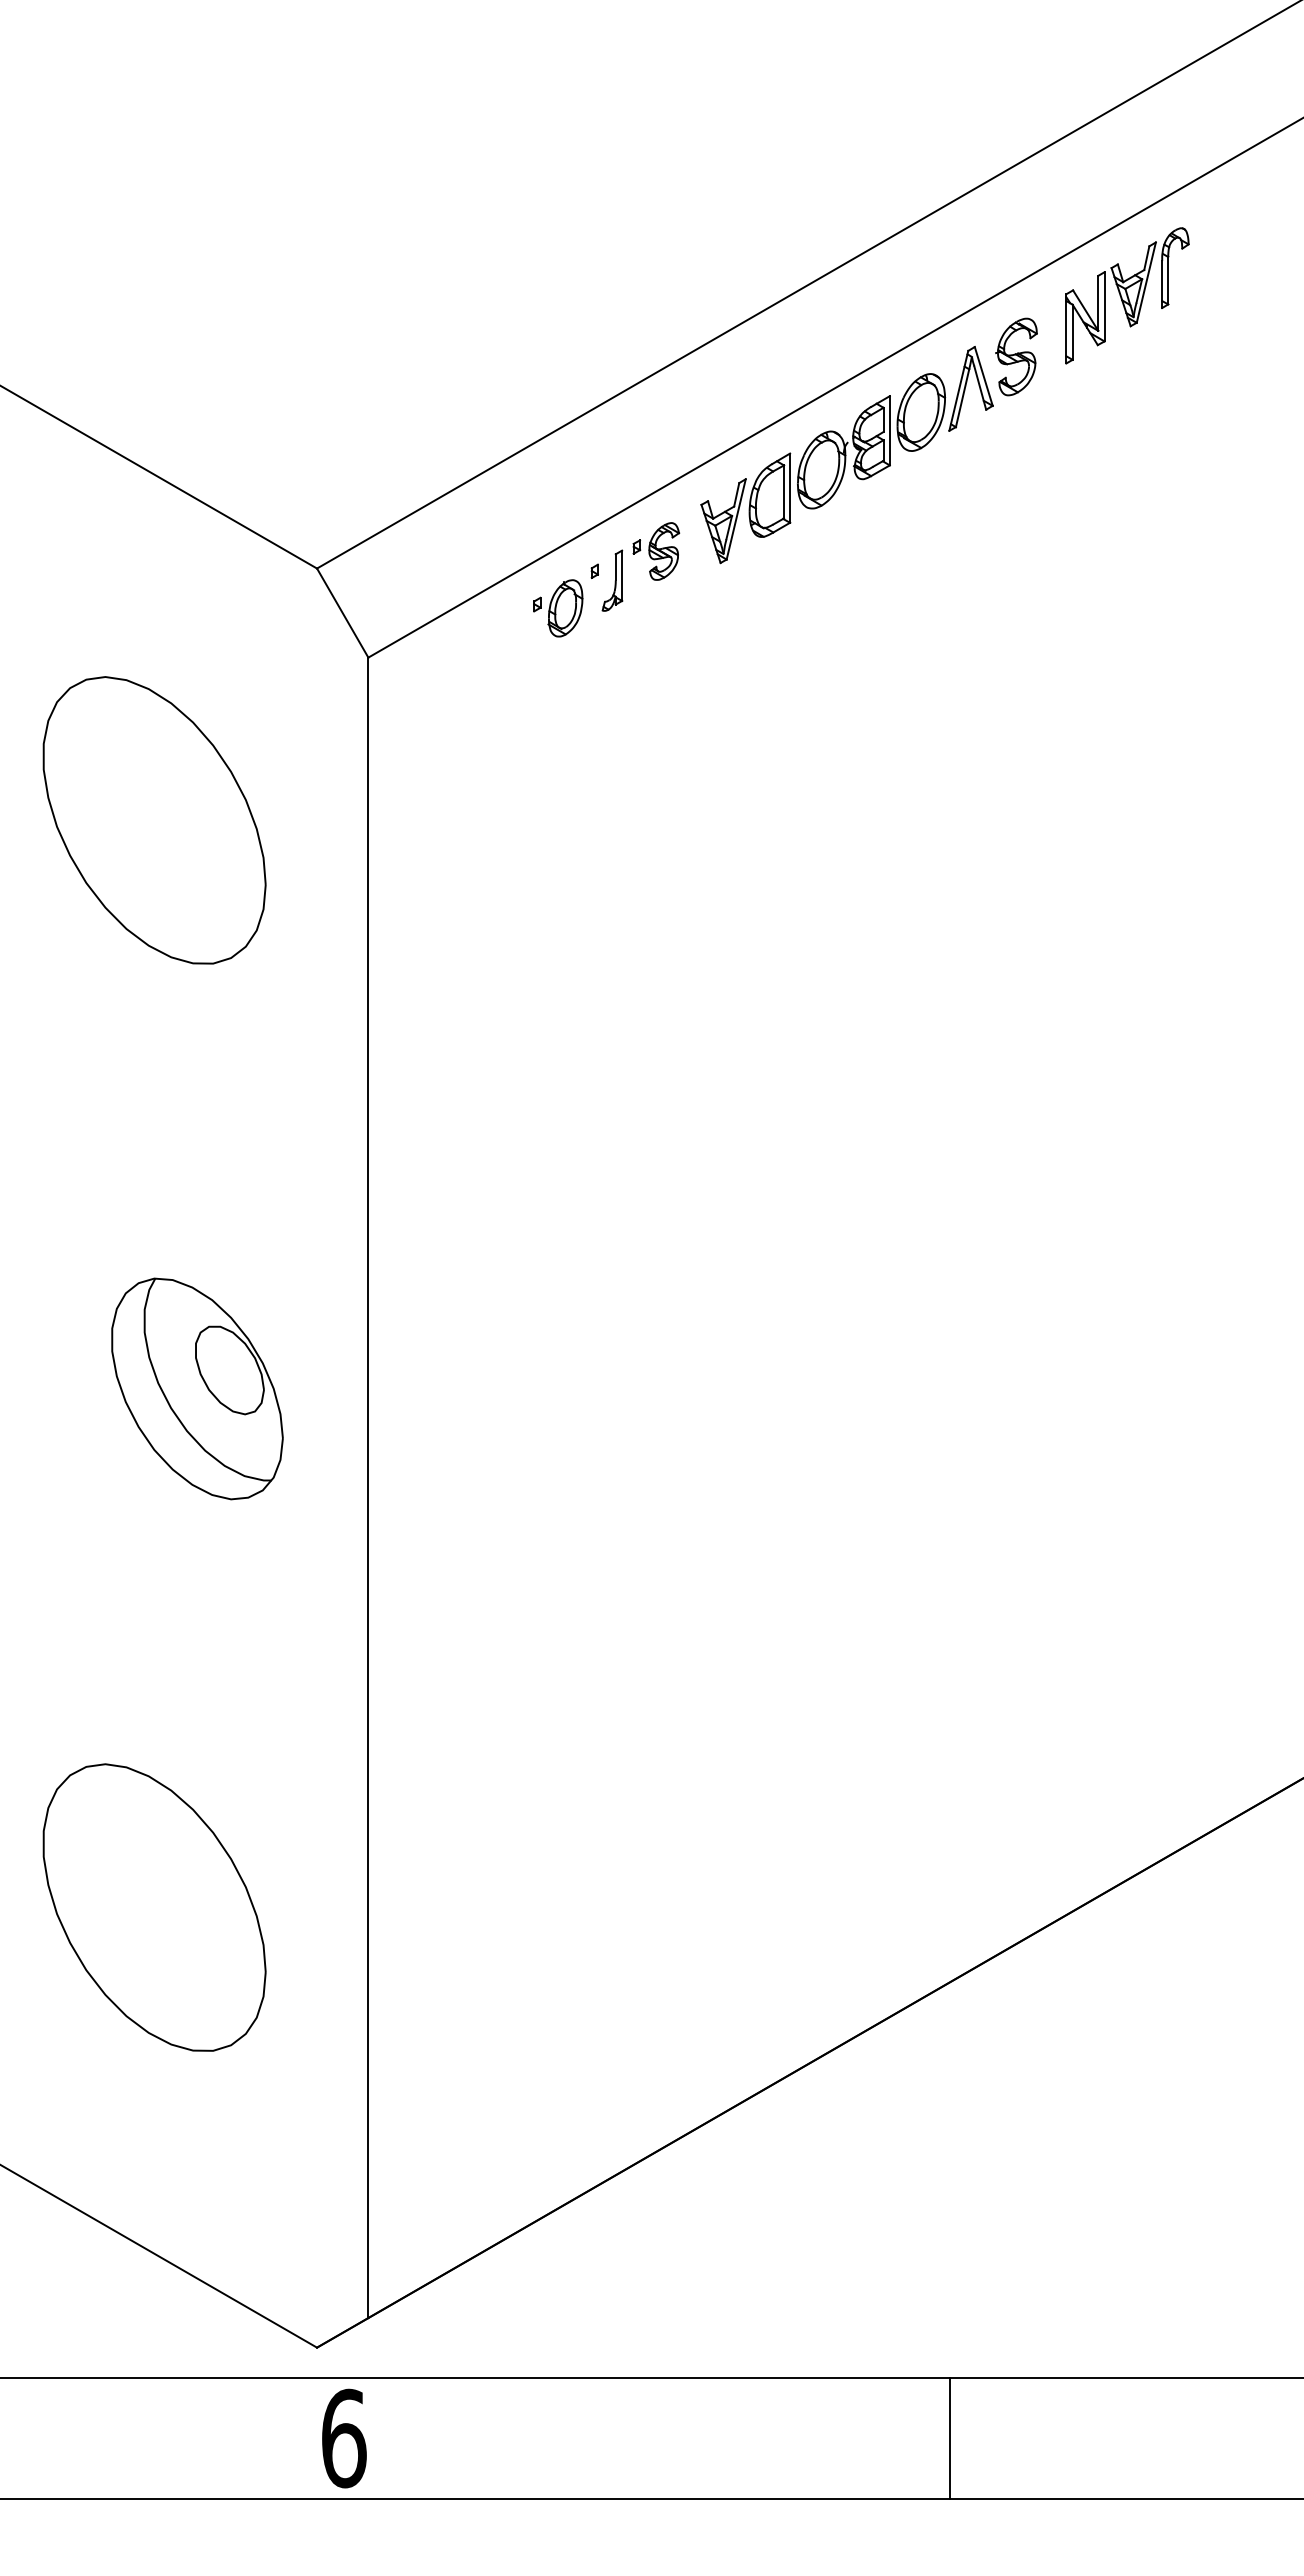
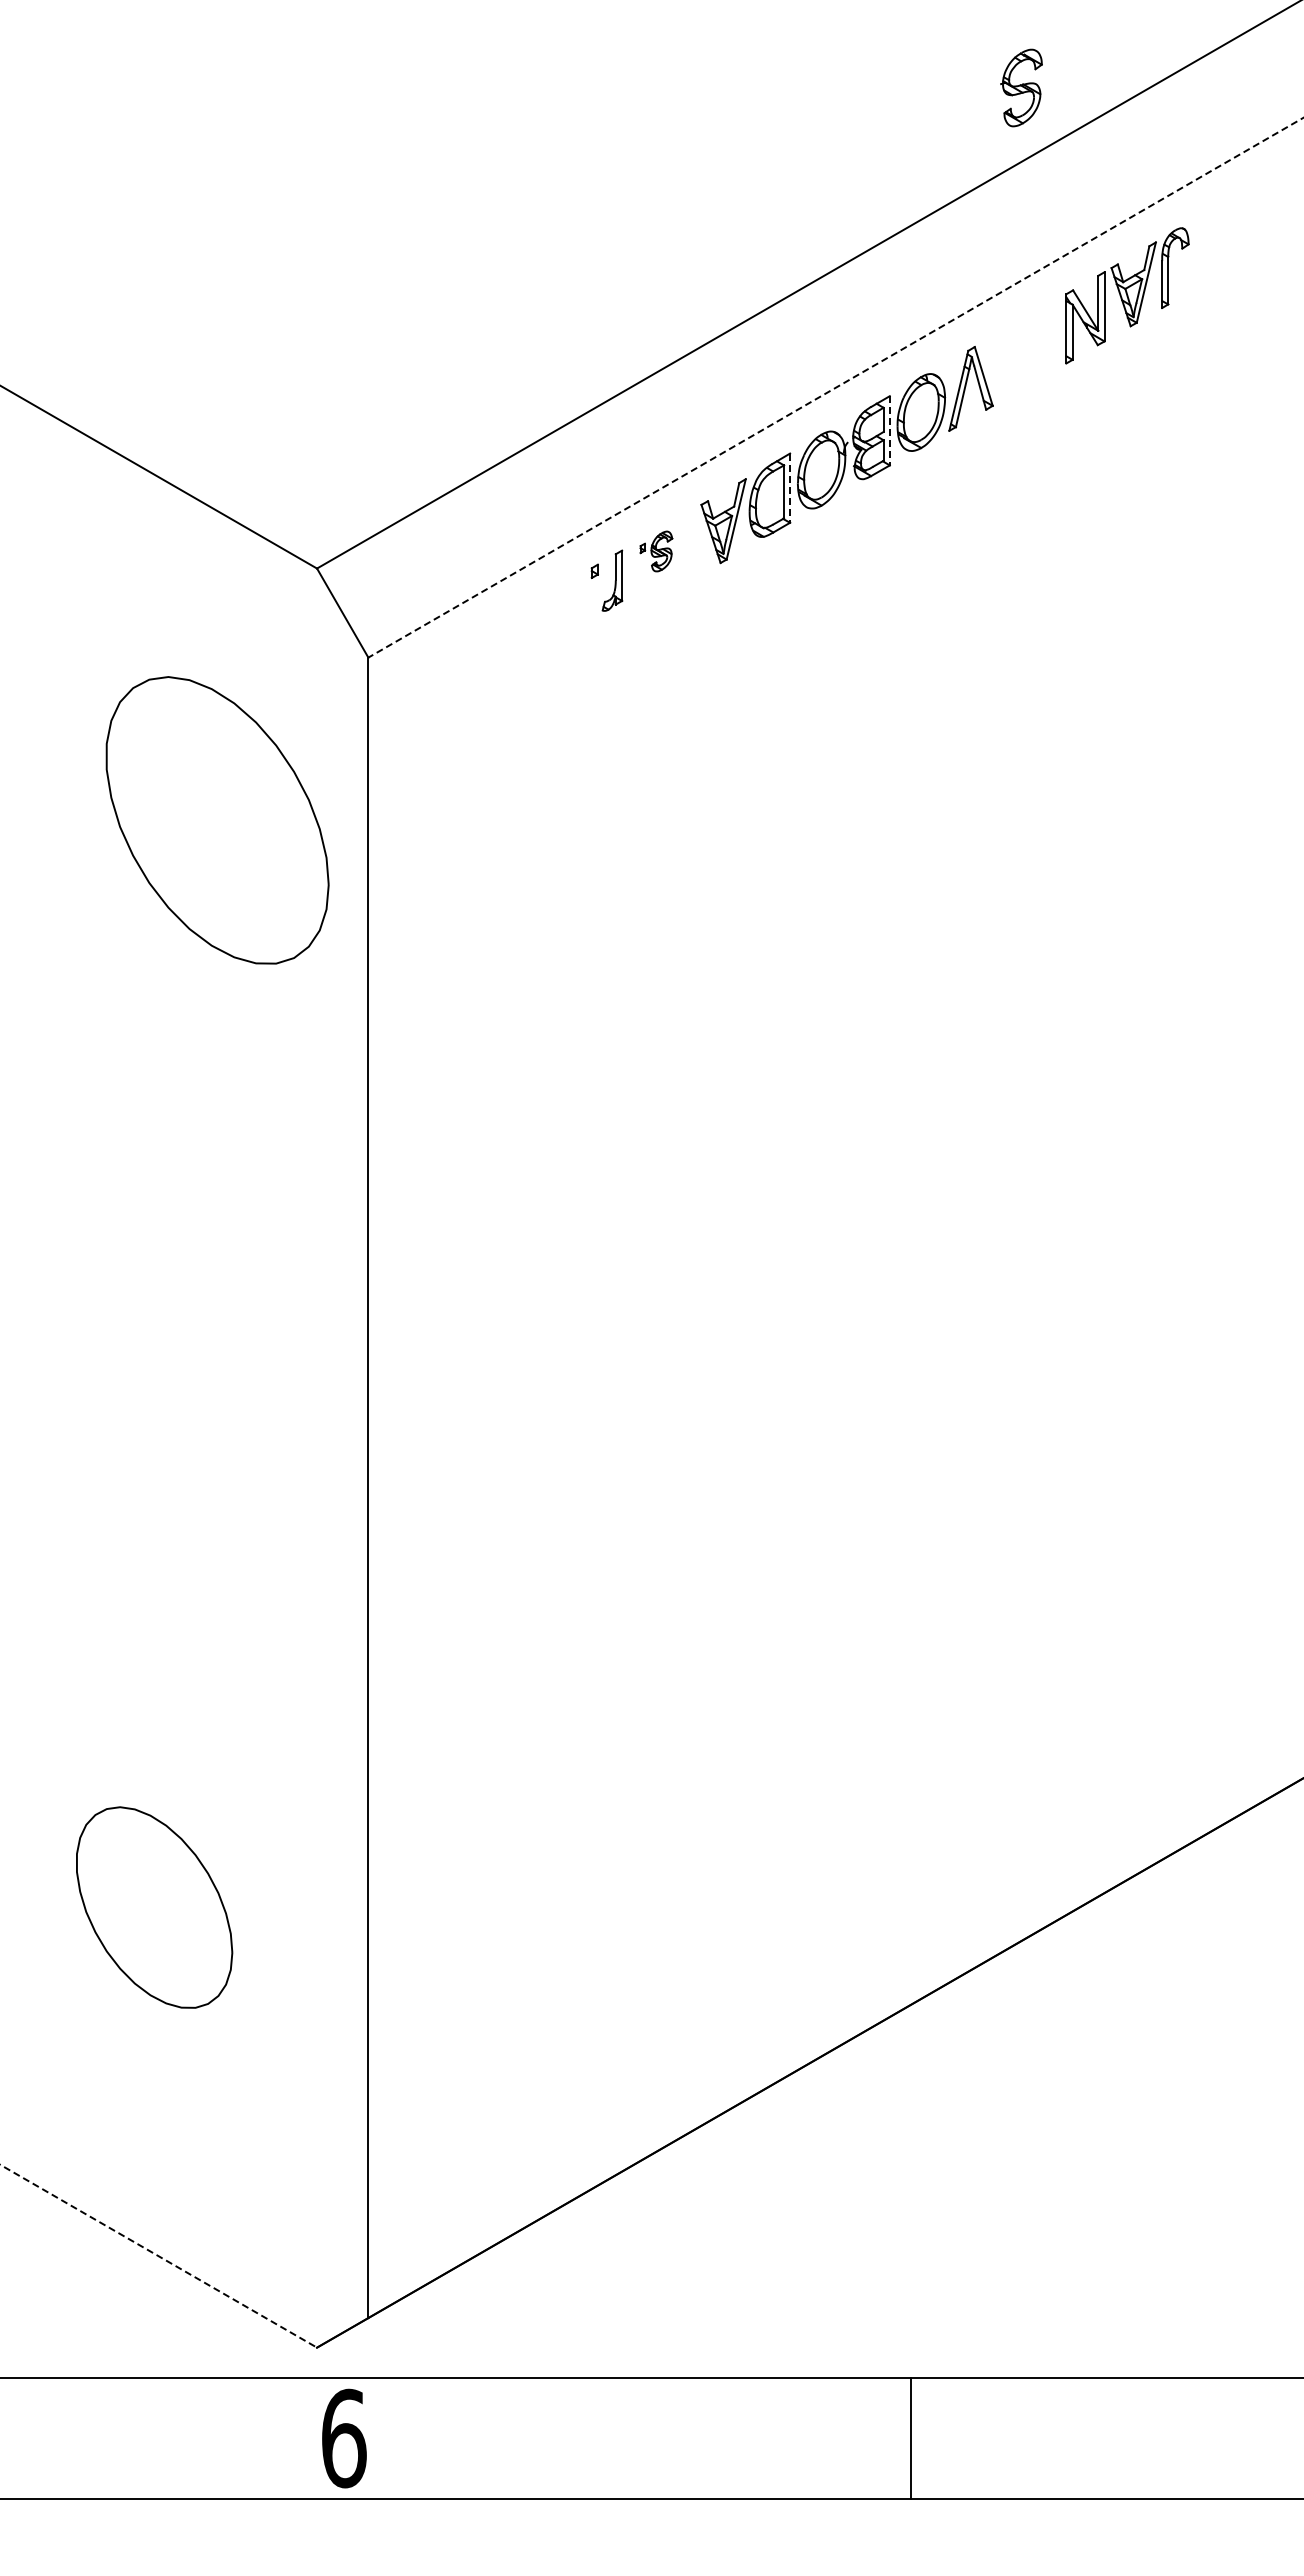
part at (1016, 356) position: (1016, 356) -> (1021, 87)
line at (835, 387): solid -> dashed
line at (889, 430): solid -> dashed
line at (790, 488): solid -> dashed
part at (656, 551) size: 49x59 px -> 35x43 px
part at (558, 608): present -> none
part at (154, 820) position: (154, 820) -> (217, 820)
part at (197, 1388): present -> none
part at (154, 1907) size: 225x289 px -> 158x203 px
line at (158, 2256): solid -> dashed
line at (950, 2437) position: (950, 2437) -> (911, 2437)
